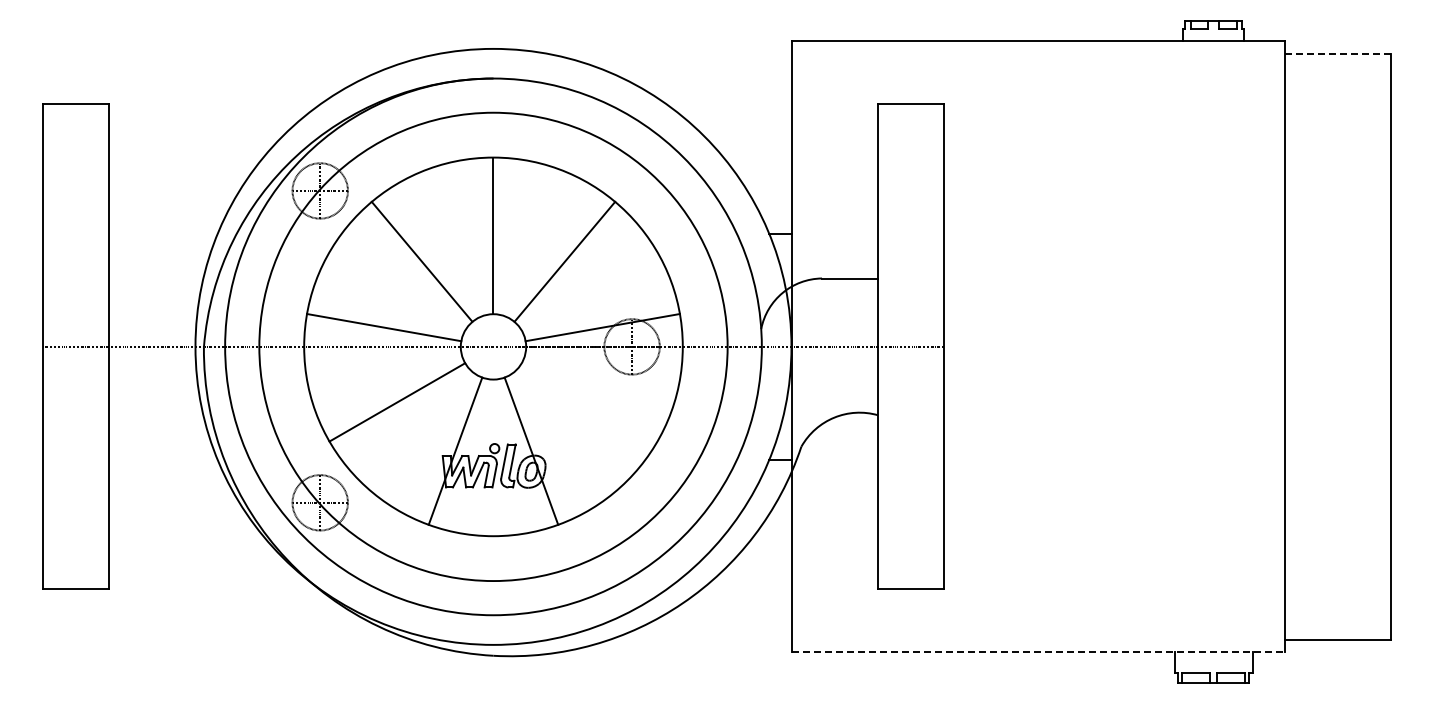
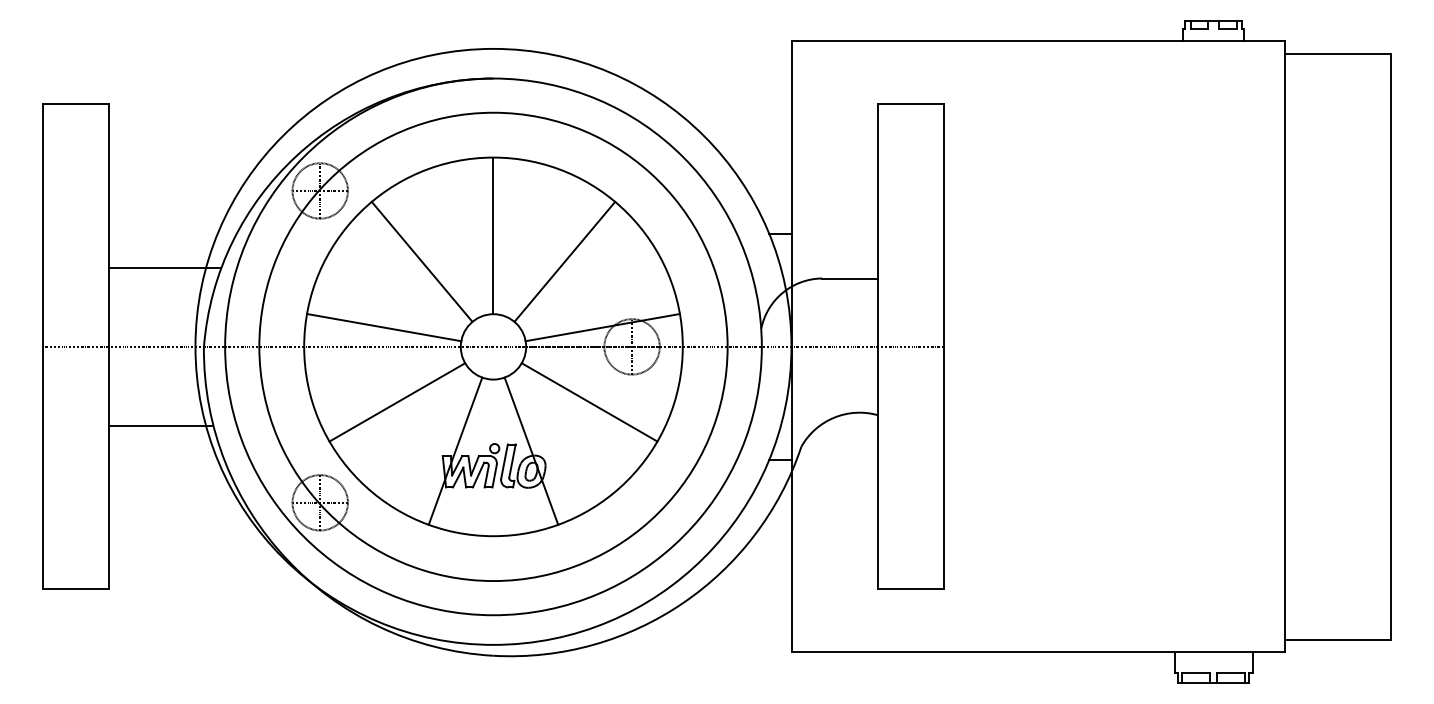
line at (1337, 54): dashed -> solid
line at (164, 267): none -> present
line at (589, 402): none -> present
line at (160, 426): none -> present
line at (1038, 652): dashed -> solid
